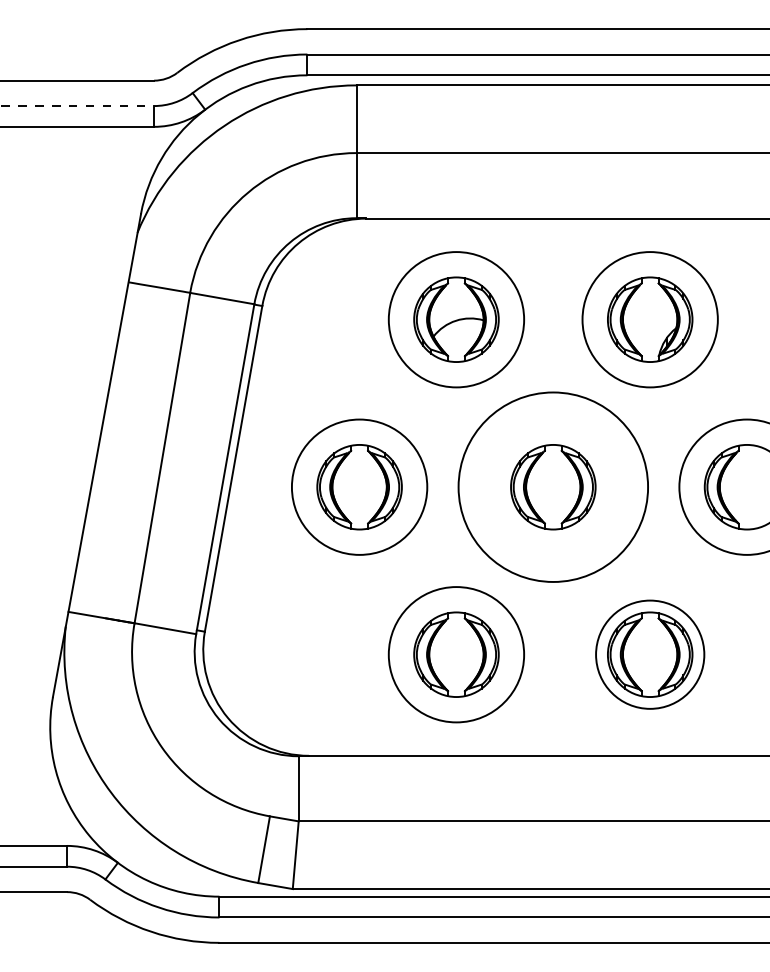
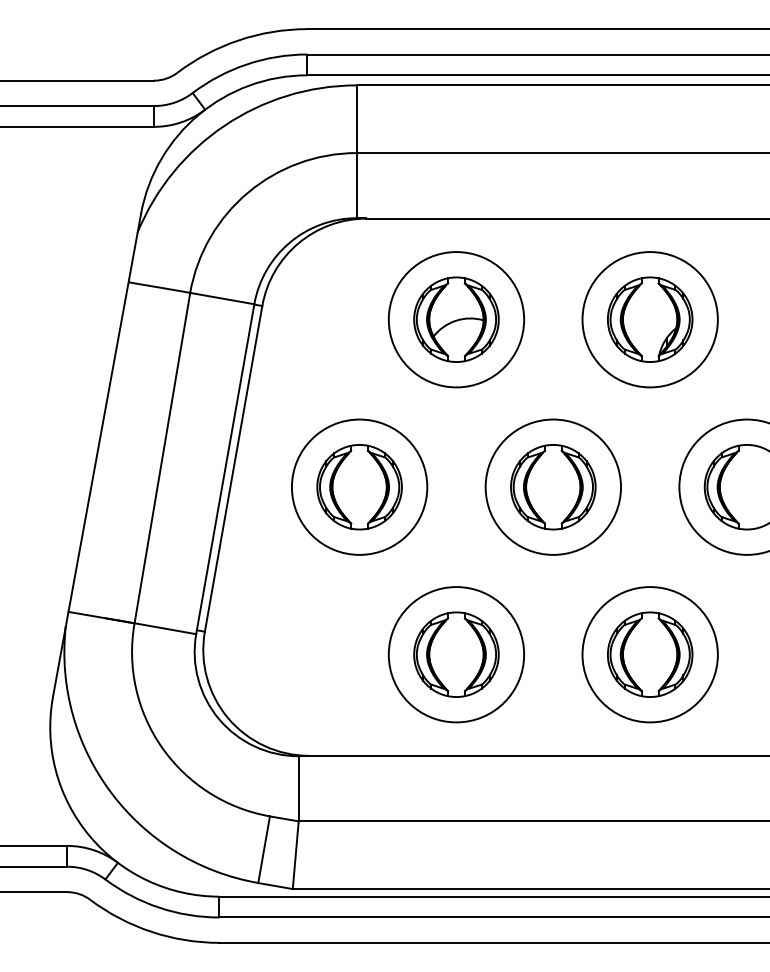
line at (77, 106): dashed -> solid
circle at (553, 486) diameter: 189 px -> 135 px
circle at (650, 654) diameter: 108 px -> 135 px
